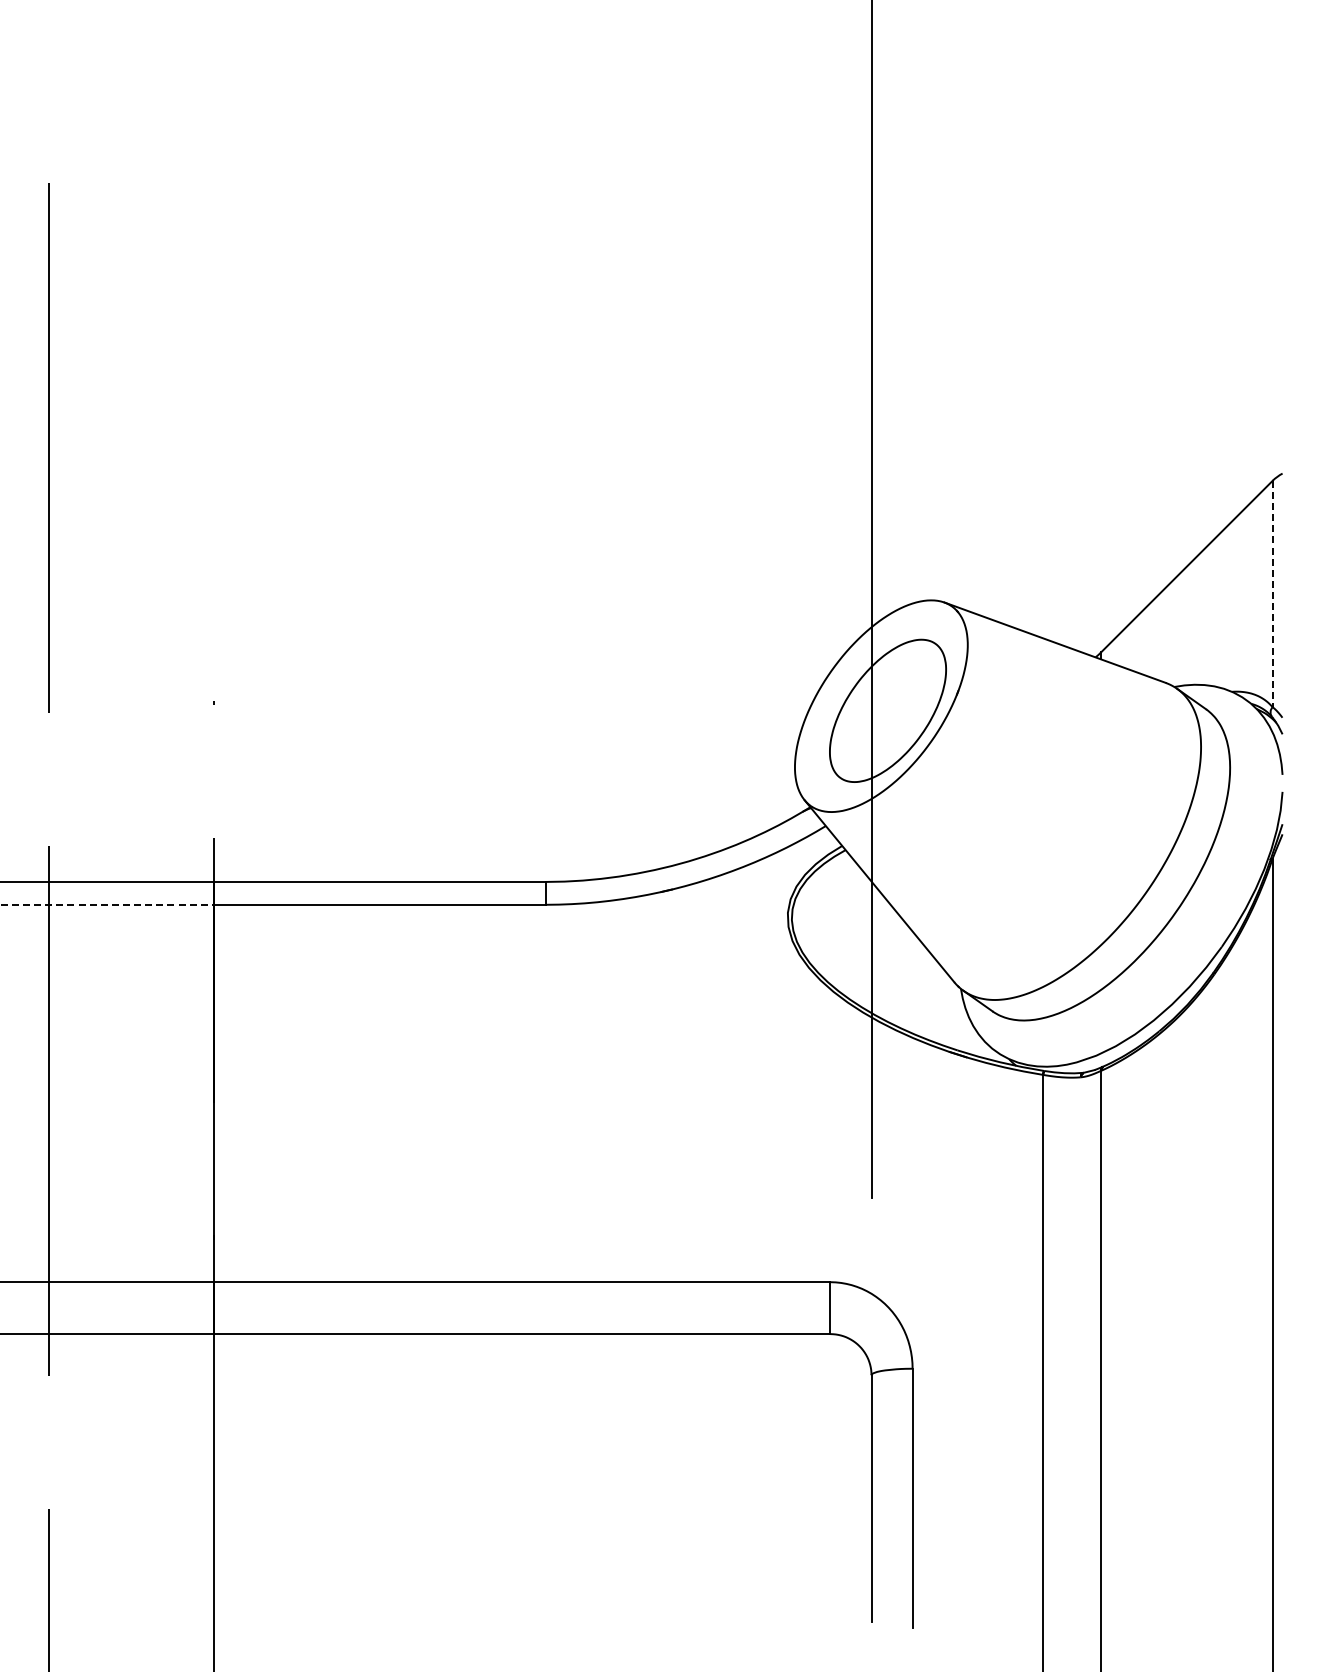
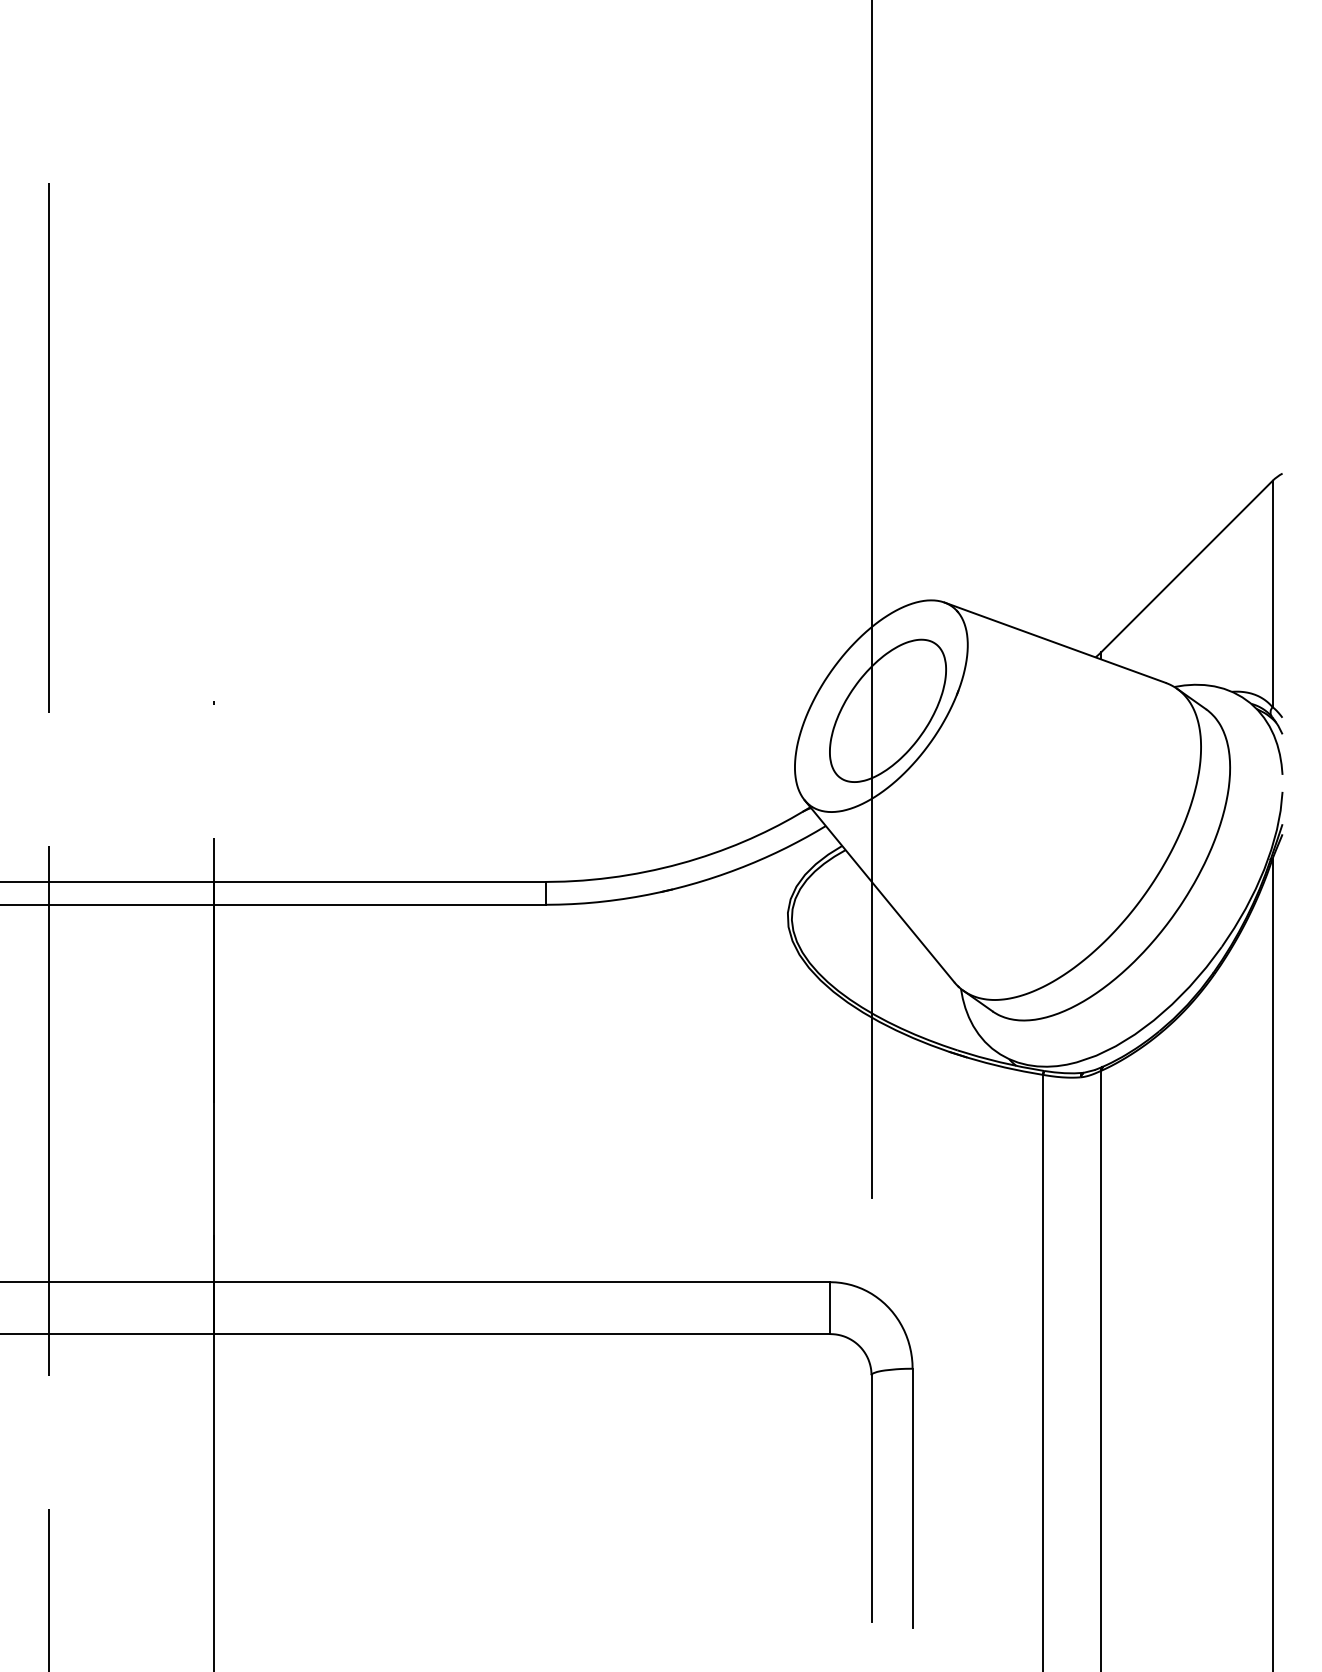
line at (1272, 594): dashed -> solid
line at (106, 904): dashed -> solid
